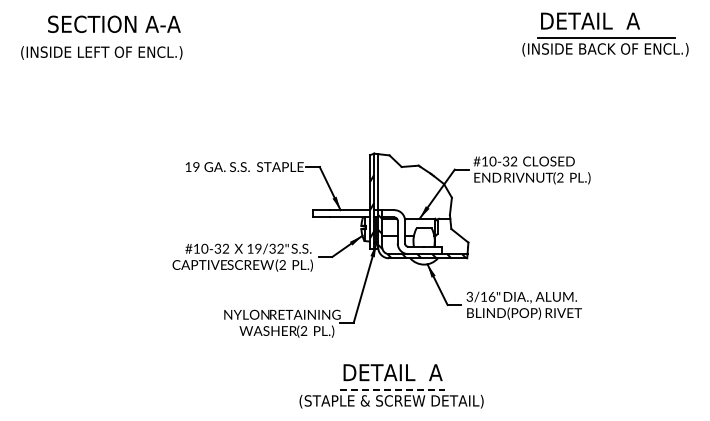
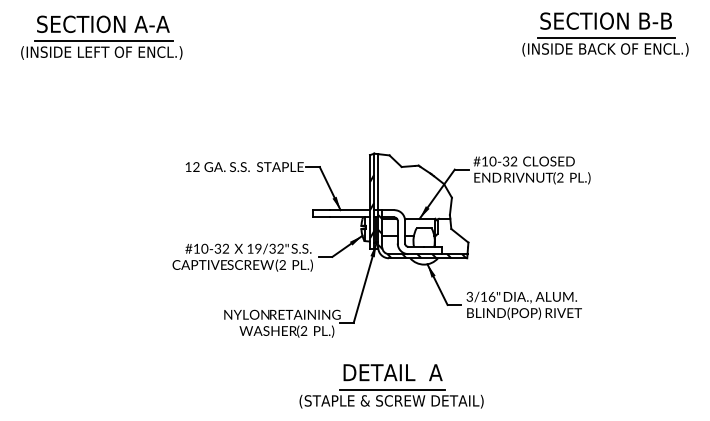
text at (605, 20): DETAIL  A -> SECTION B-B
text at (114, 23) position: (114, 23) -> (103, 23)
line at (103, 41): none -> present
text at (196, 167): 19 -> 12
line at (392, 389): dashed -> solid
